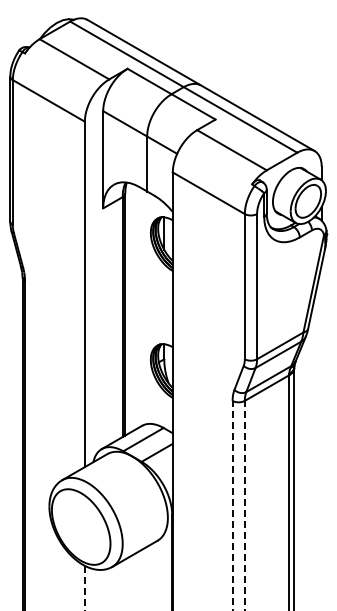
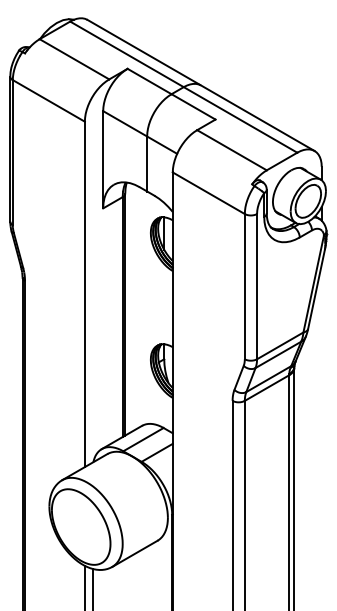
line at (232, 505): dashed -> solid
line at (244, 505): dashed -> solid
line at (92, 587): none -> present
line at (84, 588): dashed -> solid
